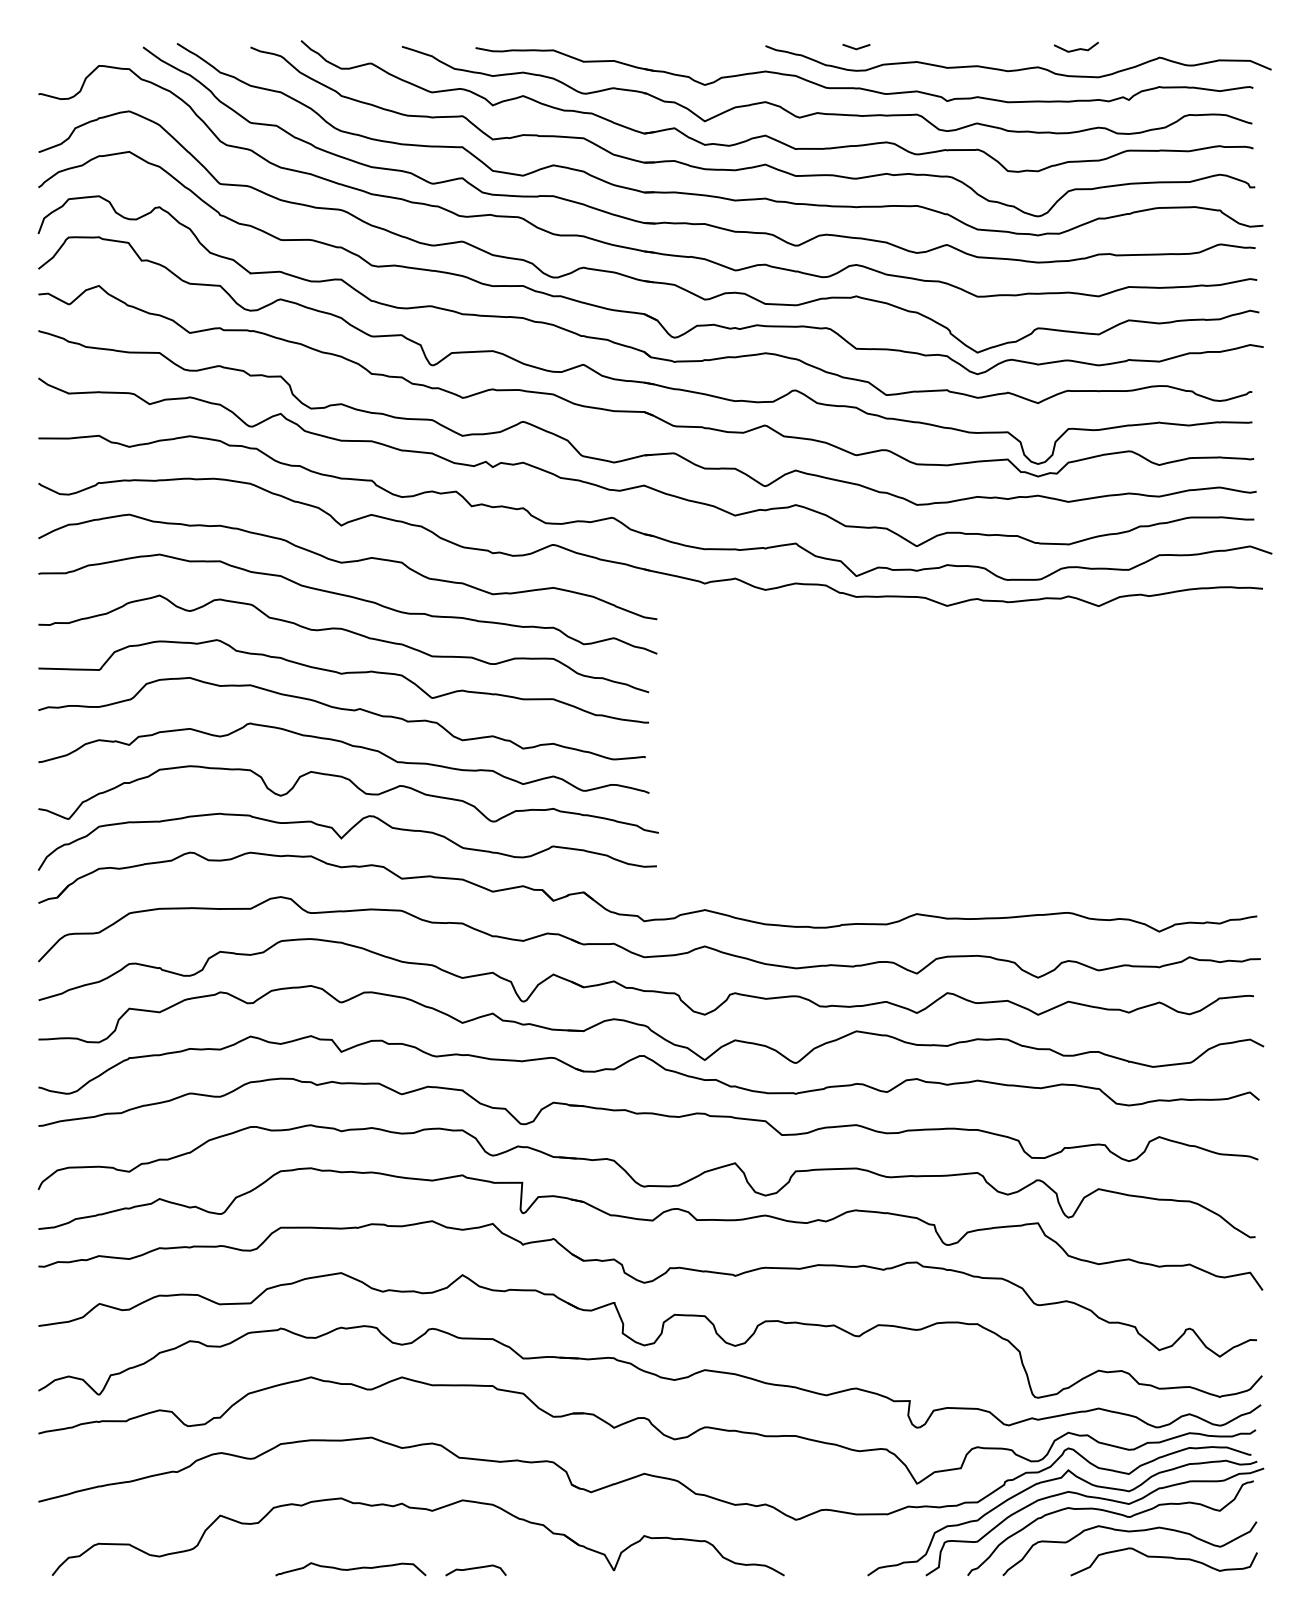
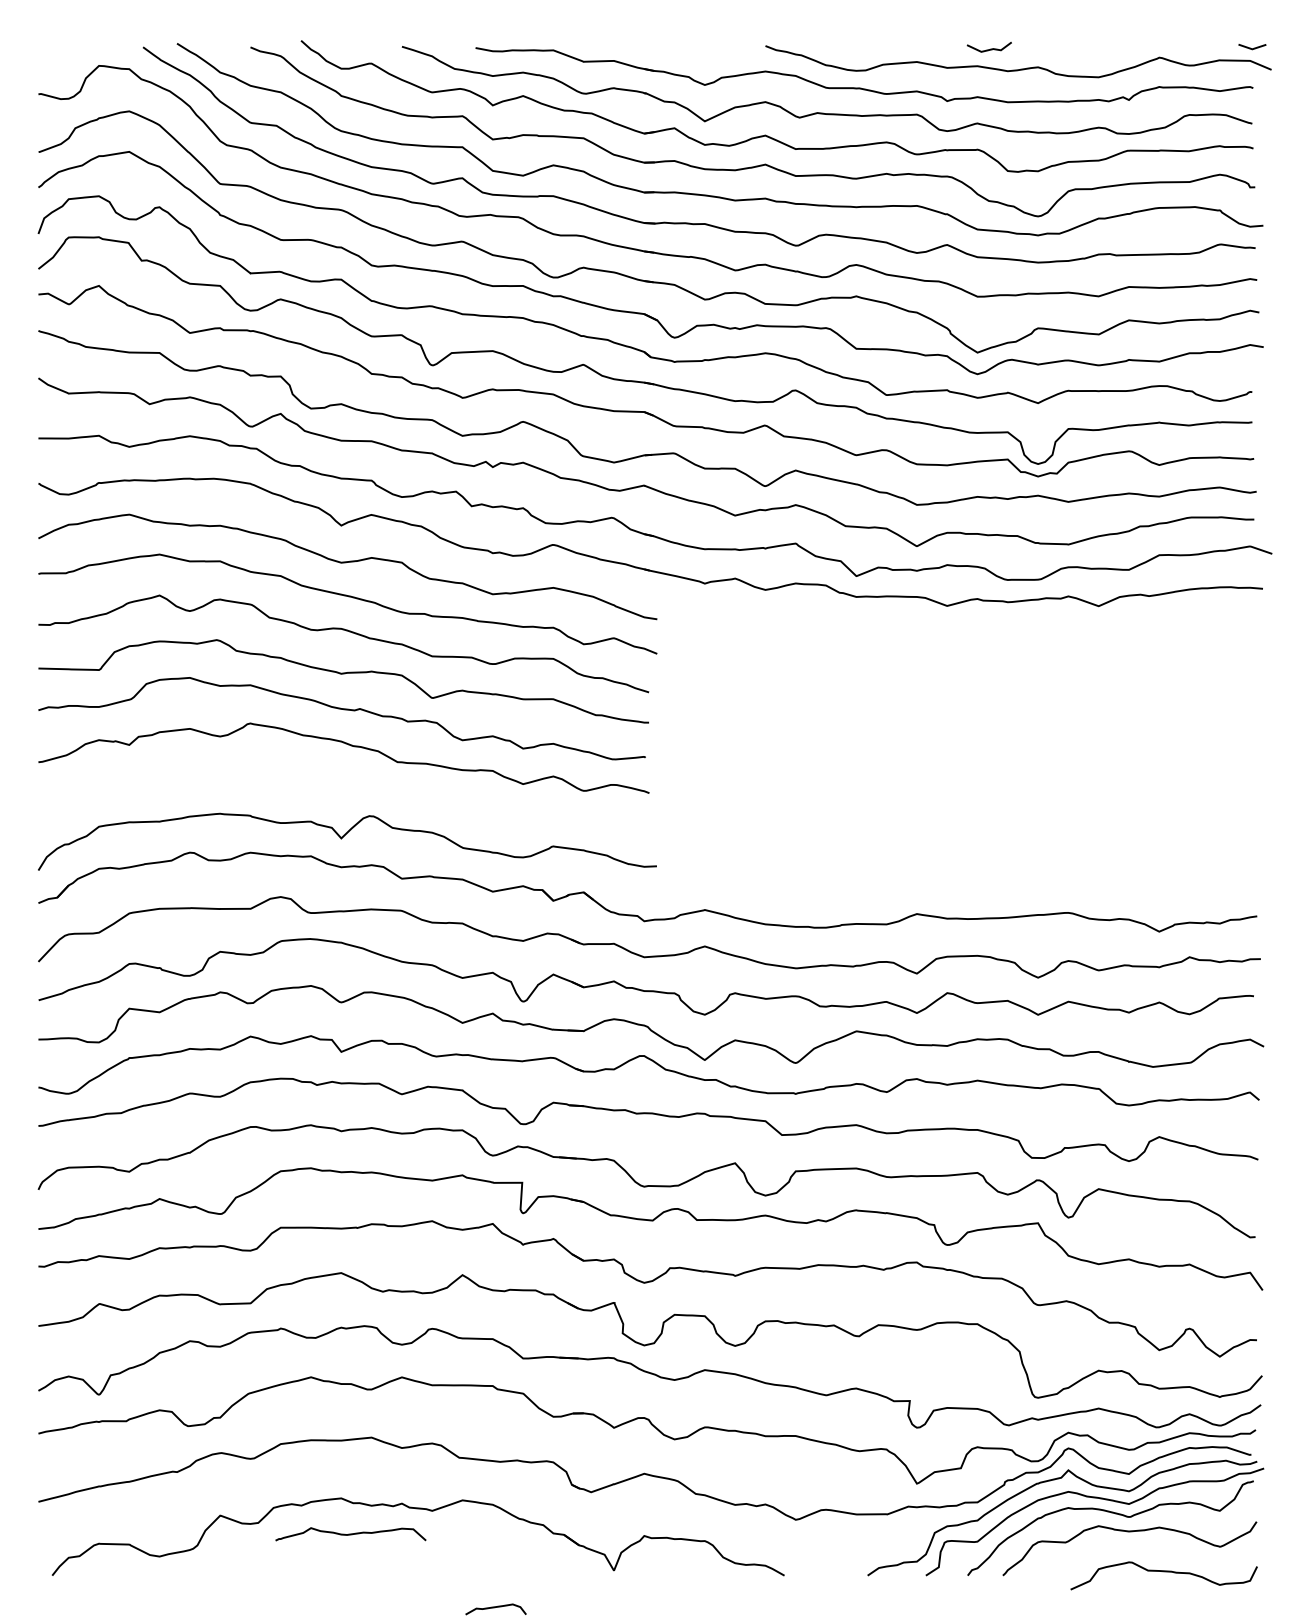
line at (856, 48) position: (856, 48) -> (1252, 48)
line at (1077, 48) position: (1077, 48) -> (990, 48)
curve at (358, 789): present -> none
curve at (1163, 1558) position: (1163, 1558) -> (1163, 1572)
curve at (350, 1569) position: (350, 1569) -> (350, 1534)
curve at (474, 1569) position: (474, 1569) -> (494, 1608)
